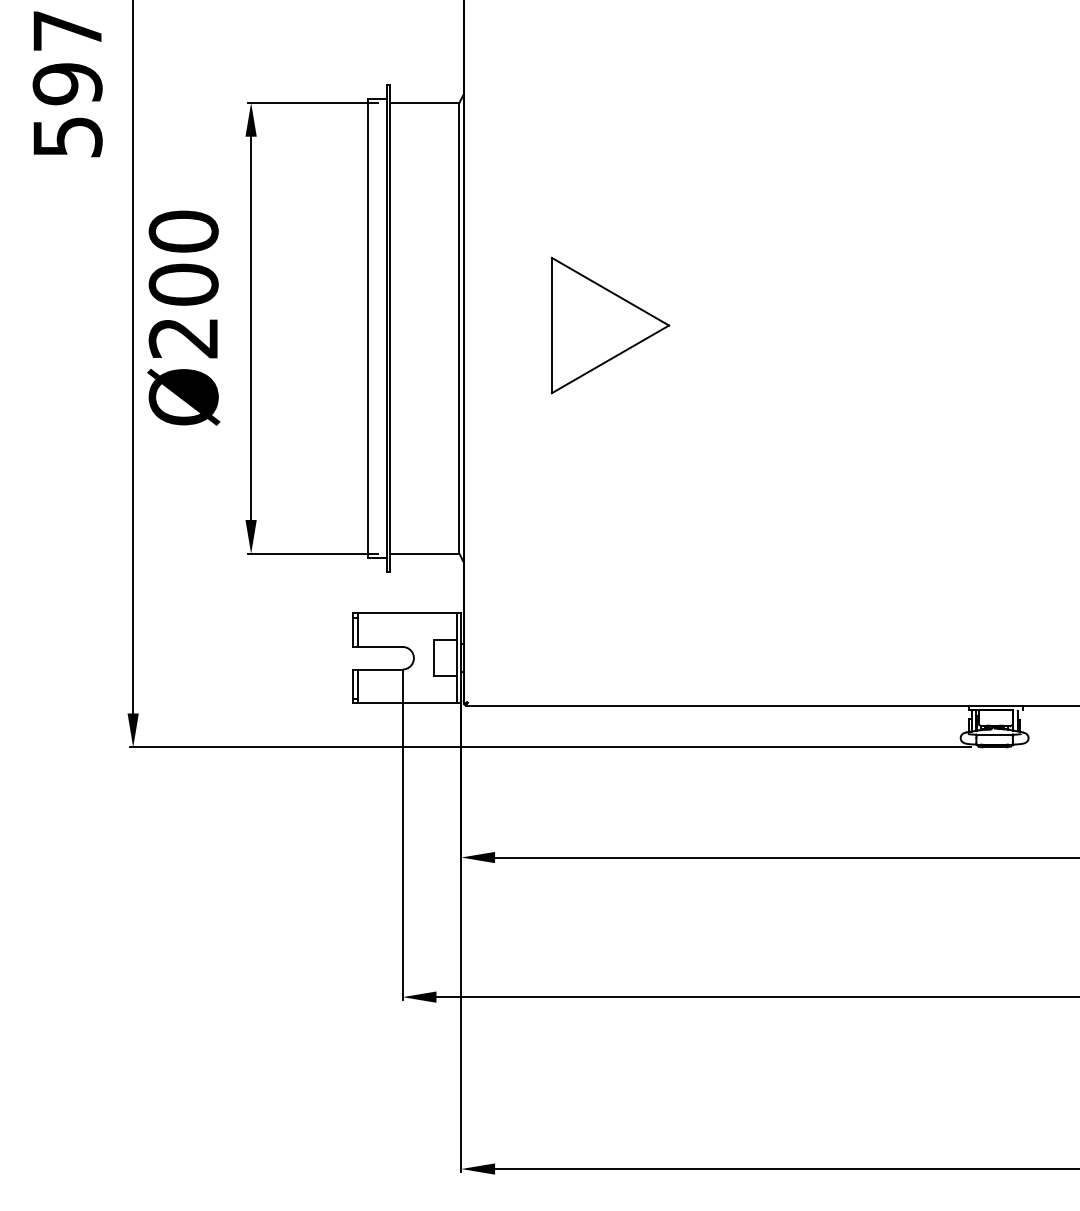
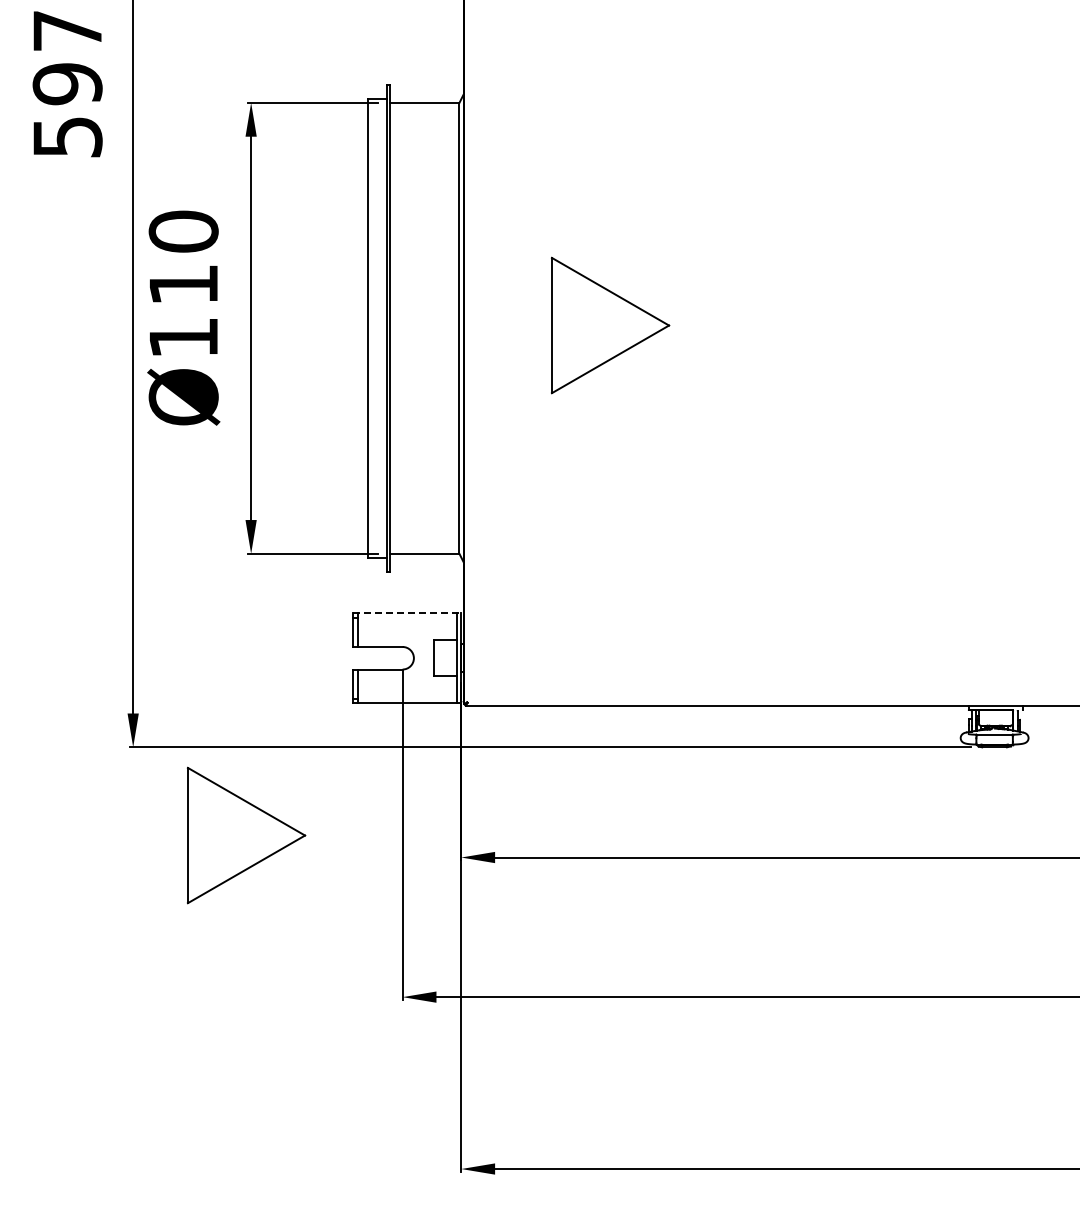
text at (183, 310): Ø200 -> Ø110
line at (407, 613): solid -> dashed
part at (246, 835): none -> present
